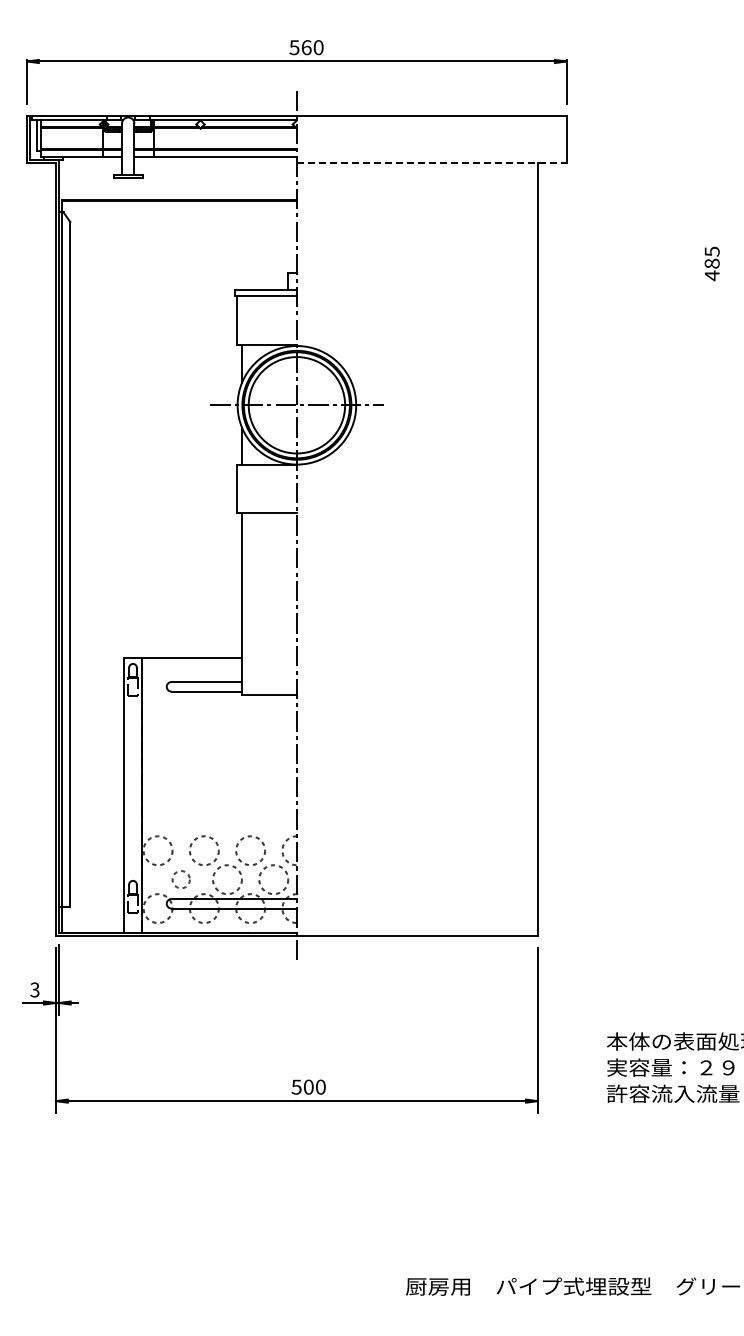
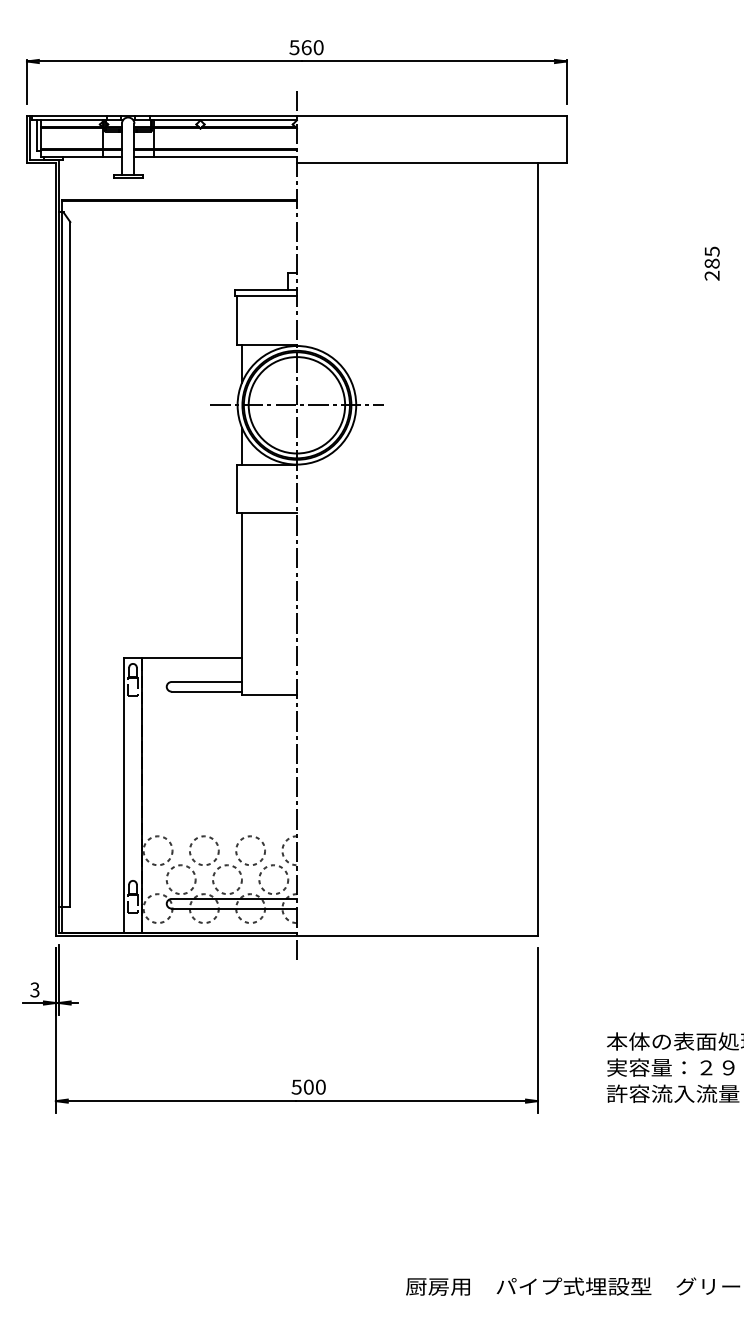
line at (431, 162): dashed -> solid
text at (711, 275): 485 -> 285
circle at (180, 879) diameter: 17 px -> 29 px
